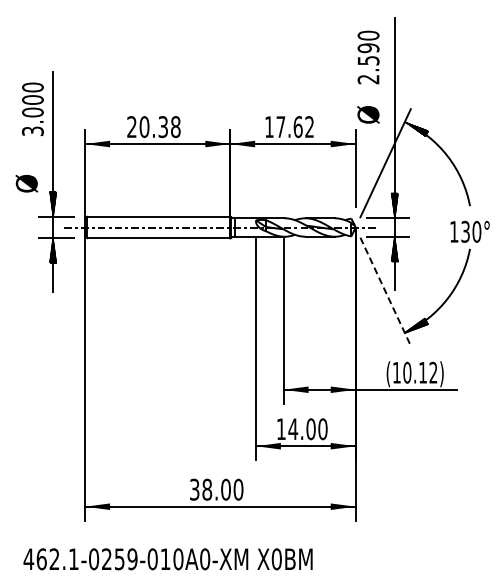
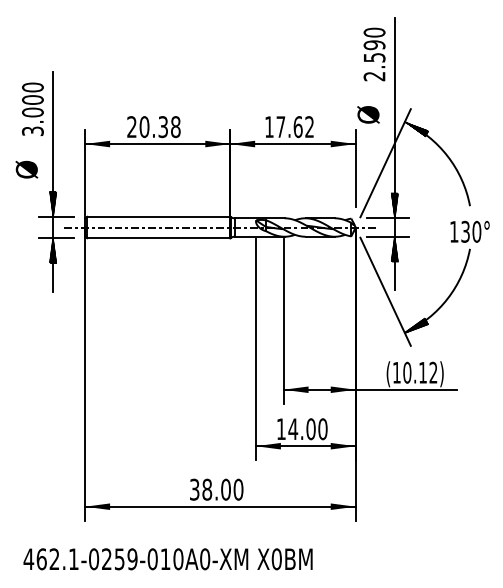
text at (368, 57) position: (368, 57) -> (374, 54)
text at (26, 183) position: (26, 183) -> (26, 169)
line at (385, 291): dashed -> solid
